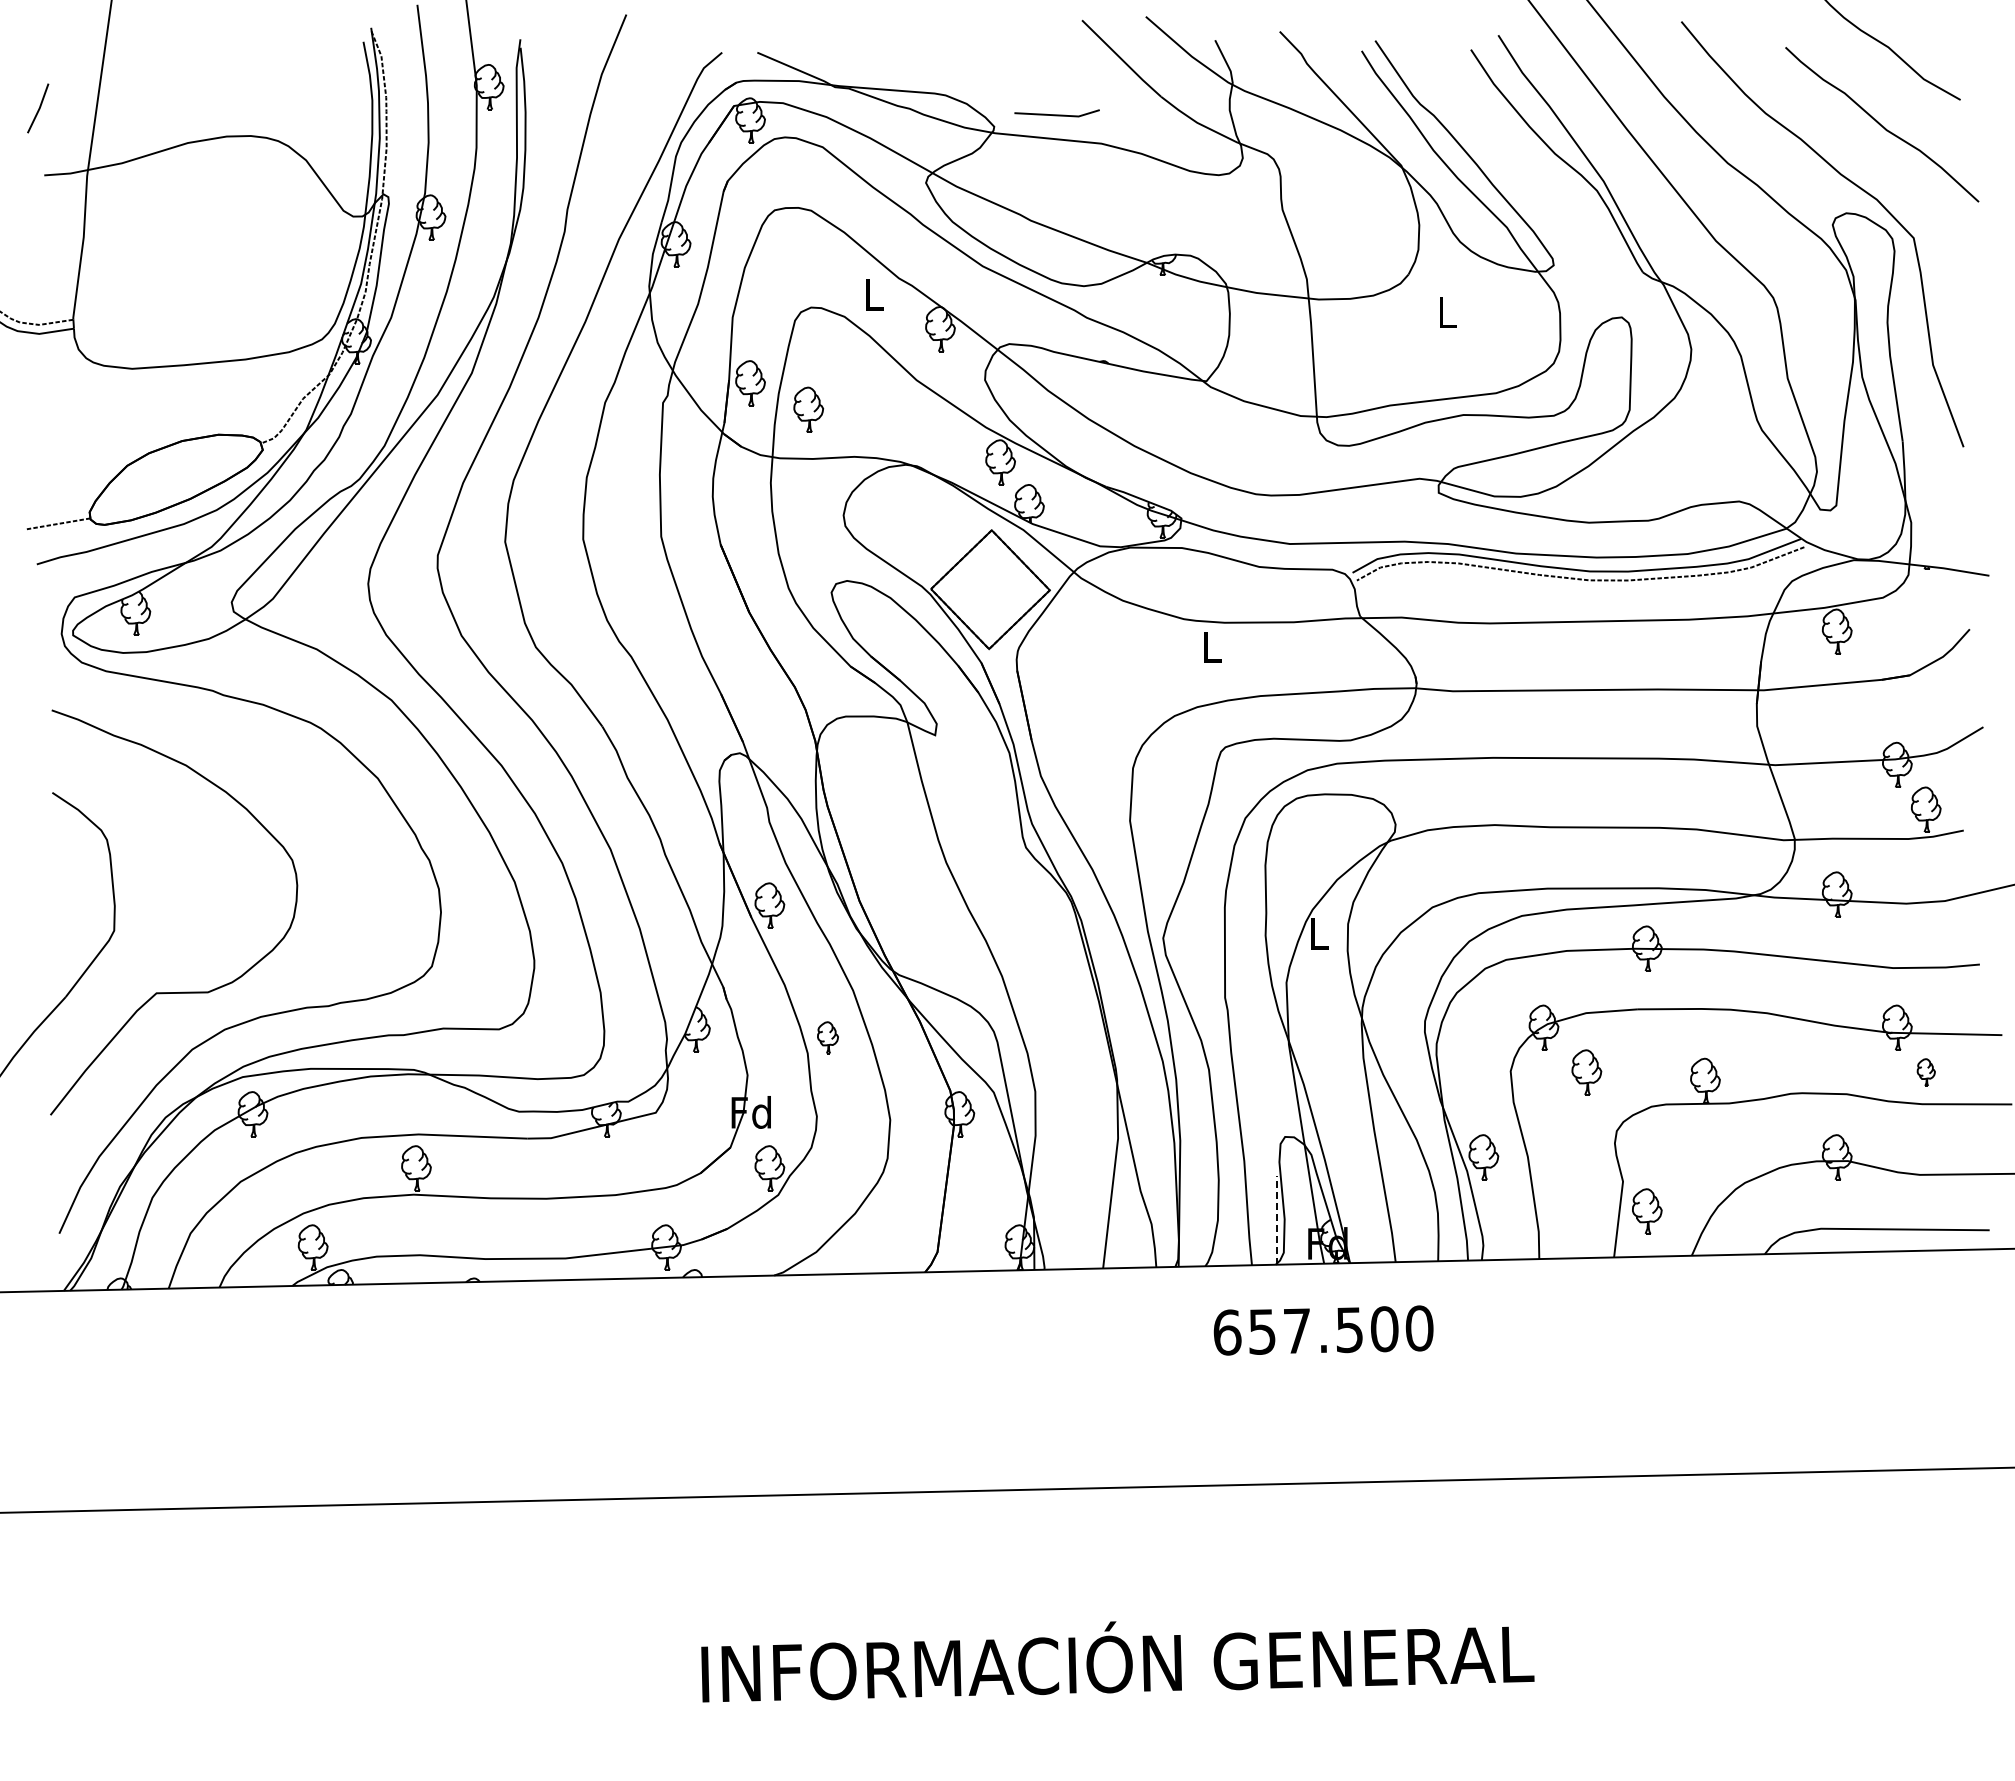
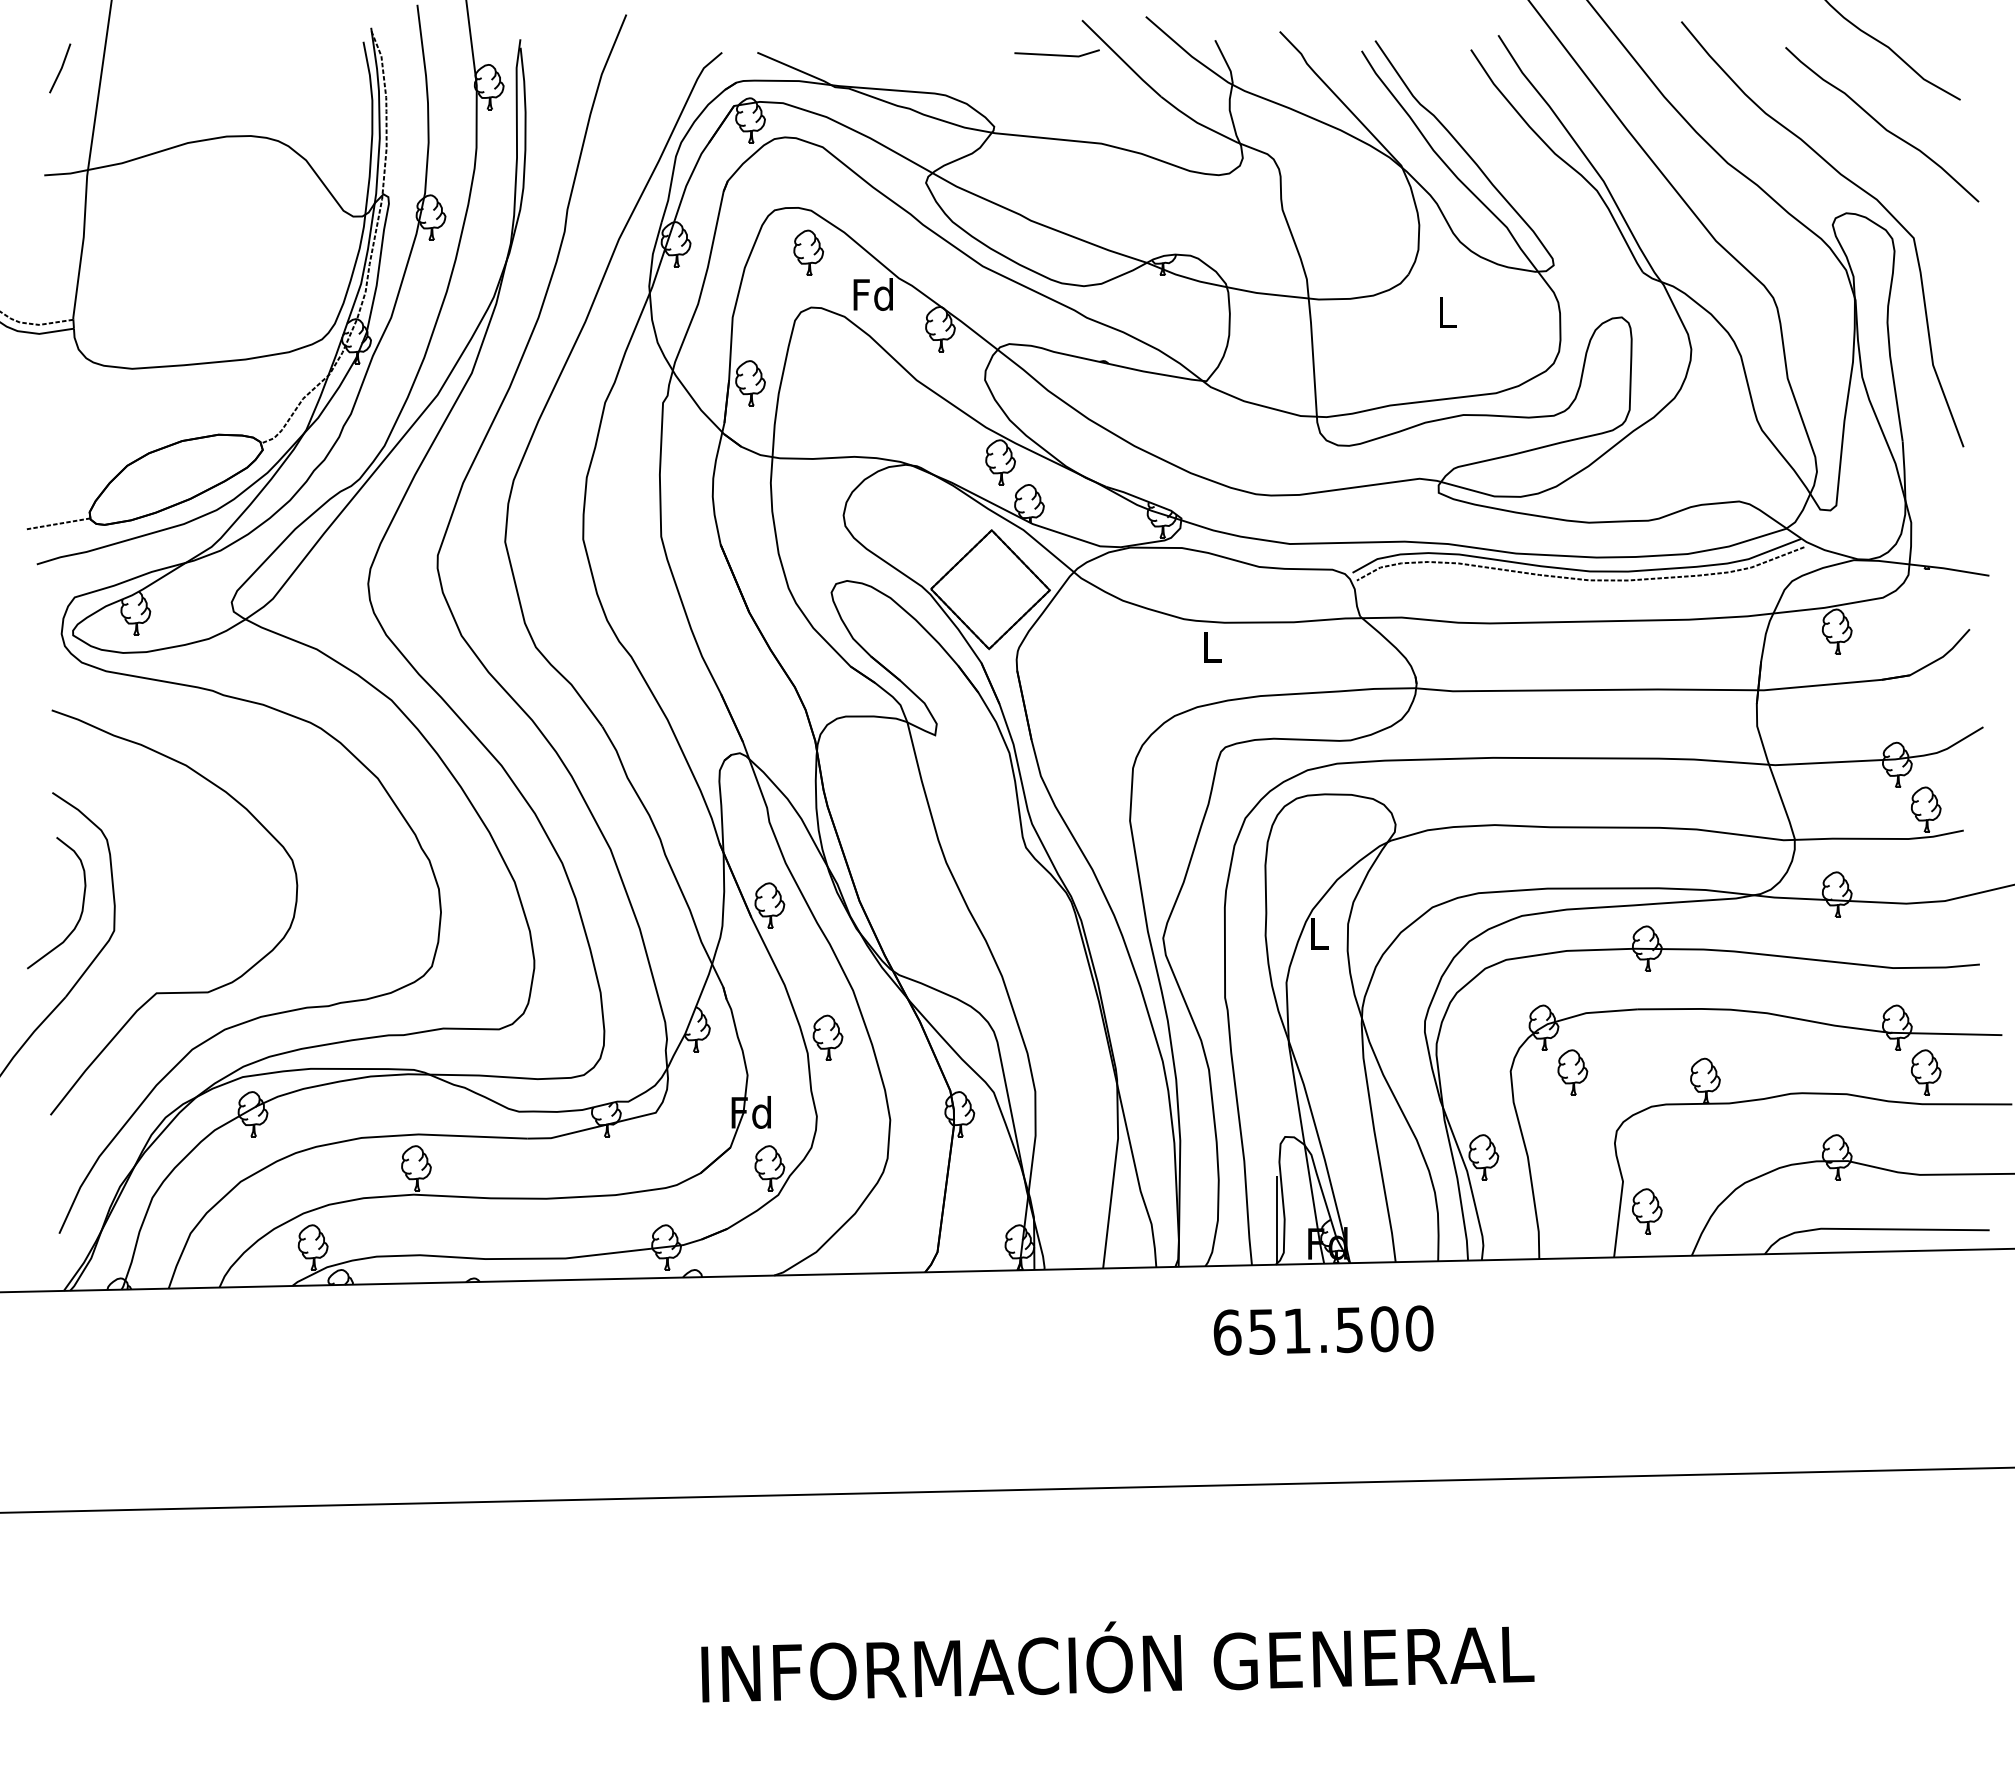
line at (38, 108) position: (38, 108) -> (60, 68)
line at (1056, 114) position: (1056, 114) -> (1056, 54)
text at (872, 294): L -> Fd
part at (808, 409) position: (808, 409) -> (808, 252)
curve at (81, 908): none -> present
part at (827, 1037) size: 22x34 px -> 32x47 px
part at (1586, 1072) position: (1586, 1072) -> (1572, 1072)
part at (1925, 1072) size: 20x29 px -> 31x47 px
line at (1276, 1220): dashed -> solid
text at (1297, 1330): 657.500 -> 651.500
